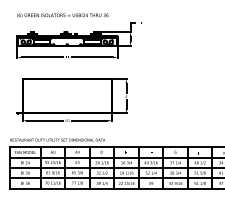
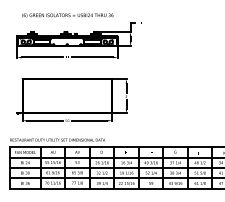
text at (62, 15) position: (62, 15) -> (67, 15)
